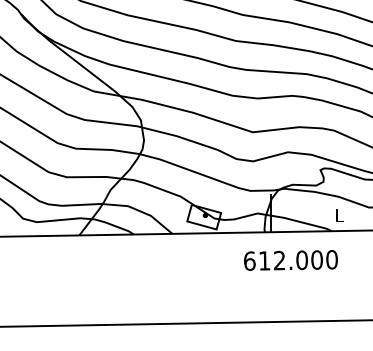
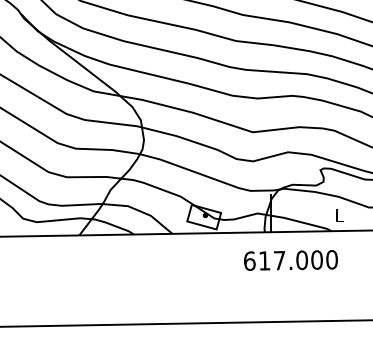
text at (279, 260): 612.000 -> 617.000
